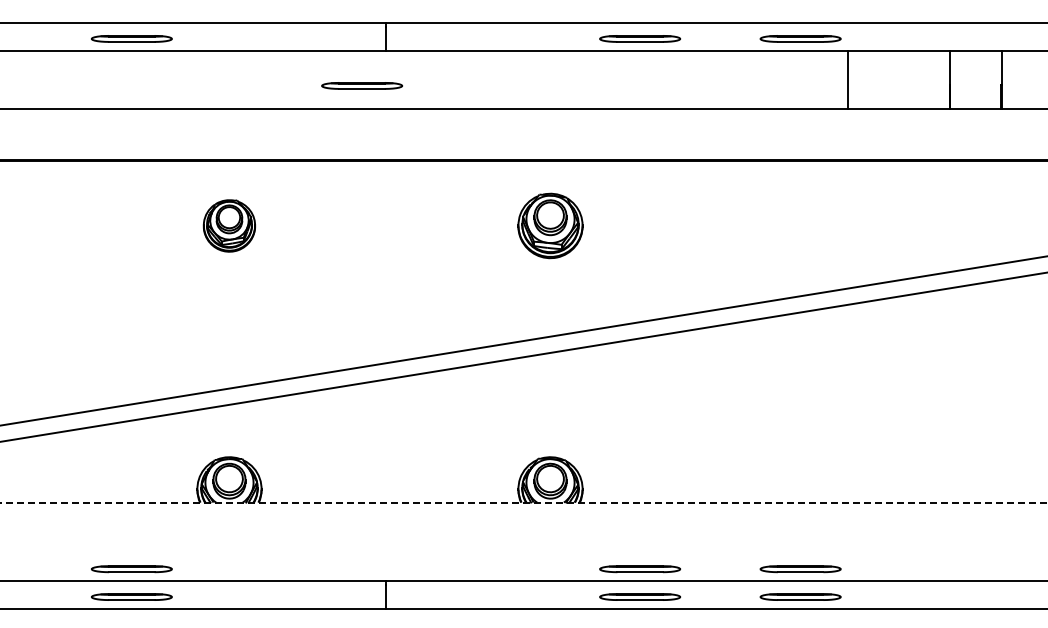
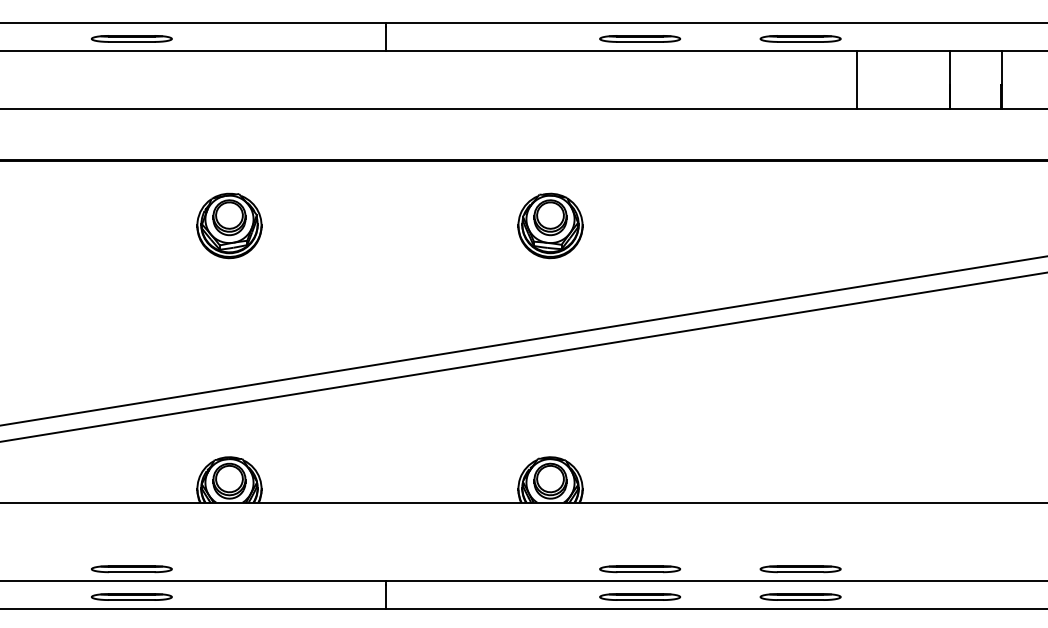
line at (847, 80) position: (847, 80) -> (856, 80)
part at (361, 85): present -> none
part at (228, 225) size: 54x54 px -> 67x68 px
line at (523, 502): dashed -> solid
